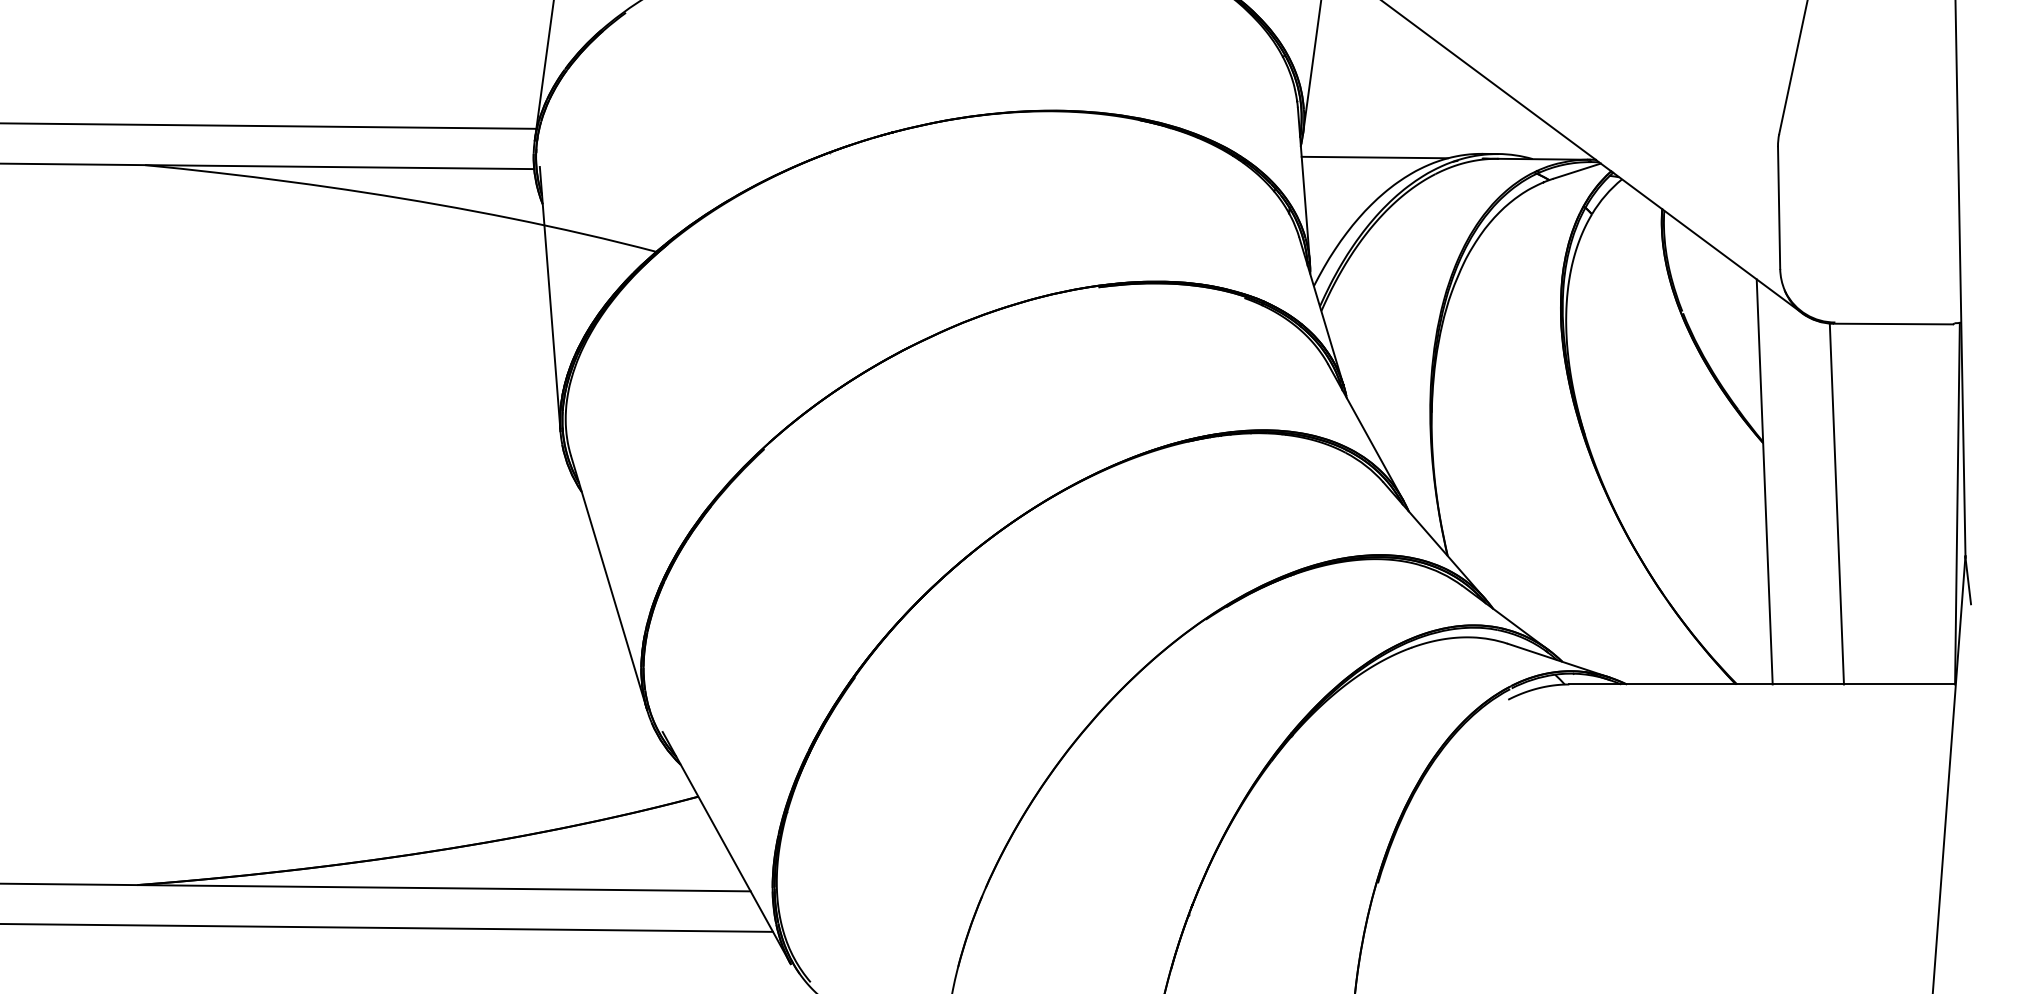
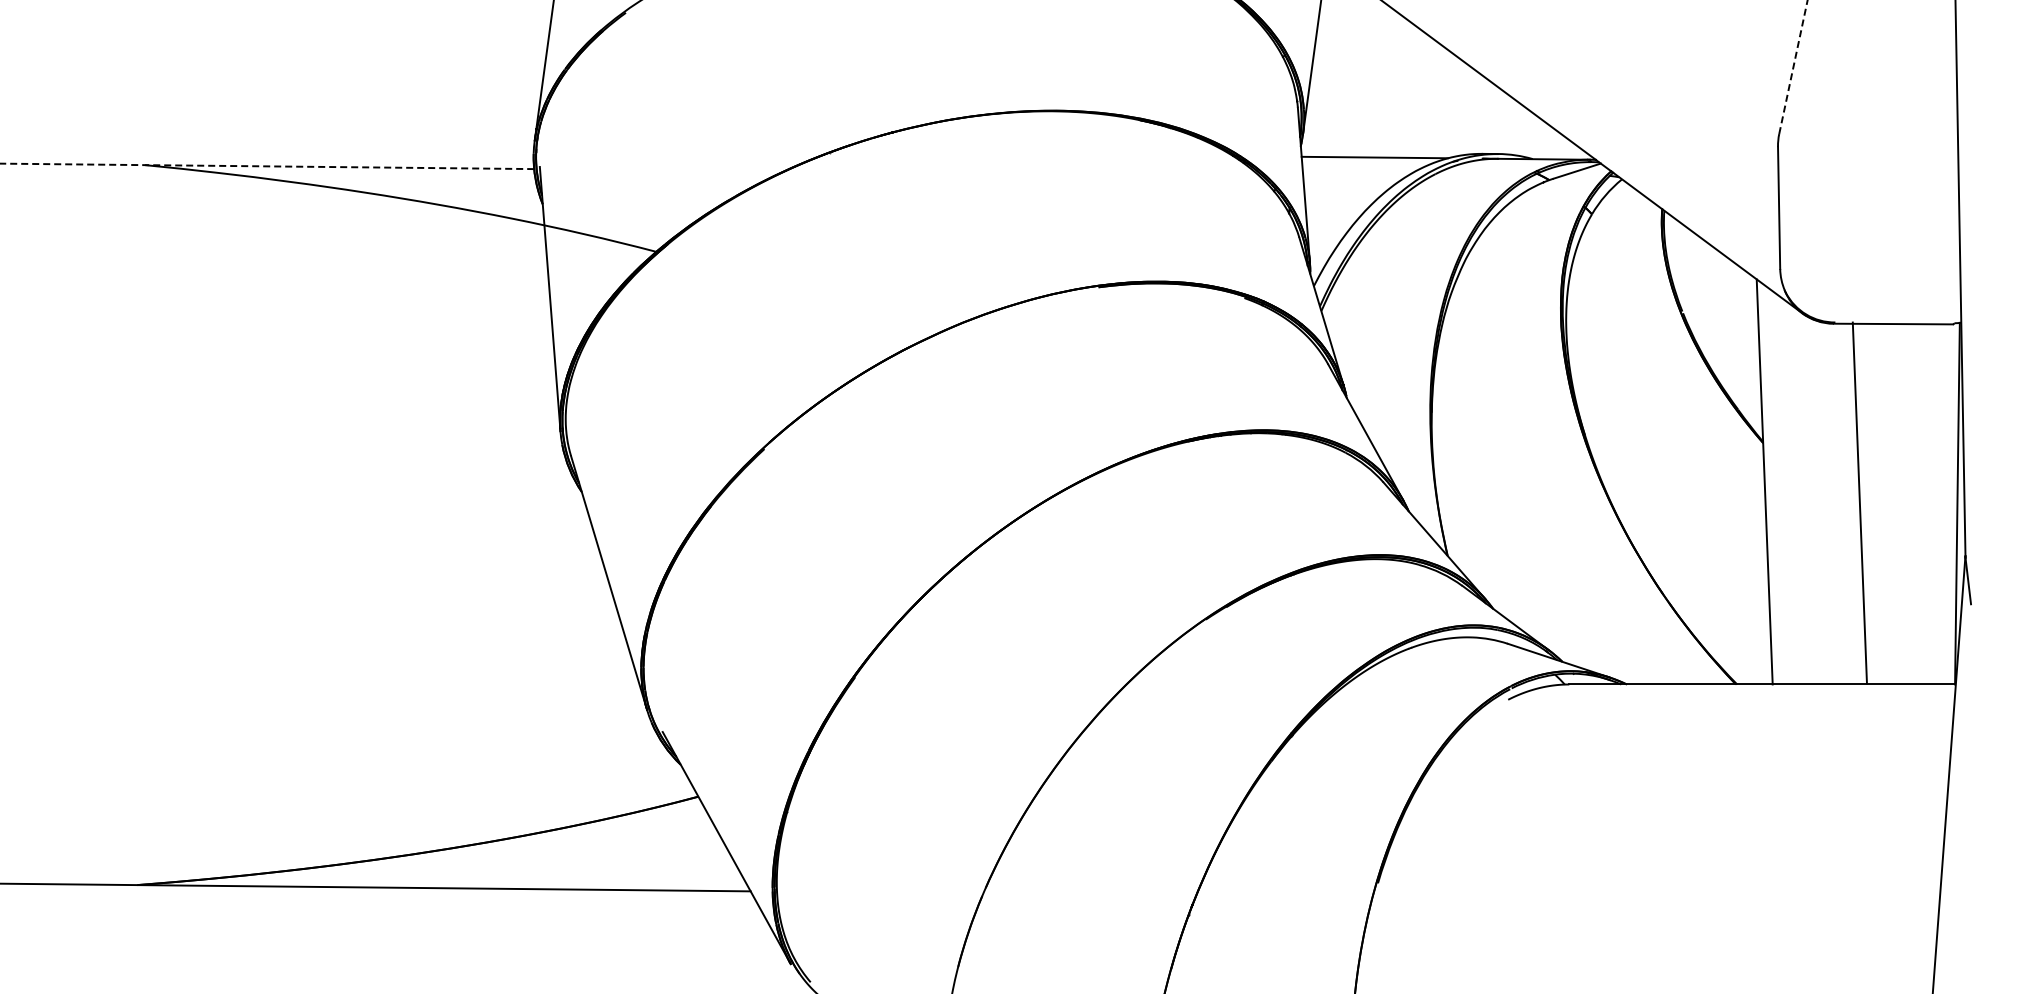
line at (1793, 66): solid -> dashed
line at (269, 125): present -> none
line at (267, 166): solid -> dashed
line at (1836, 503) position: (1836, 503) -> (1859, 502)
line at (387, 927): present -> none
